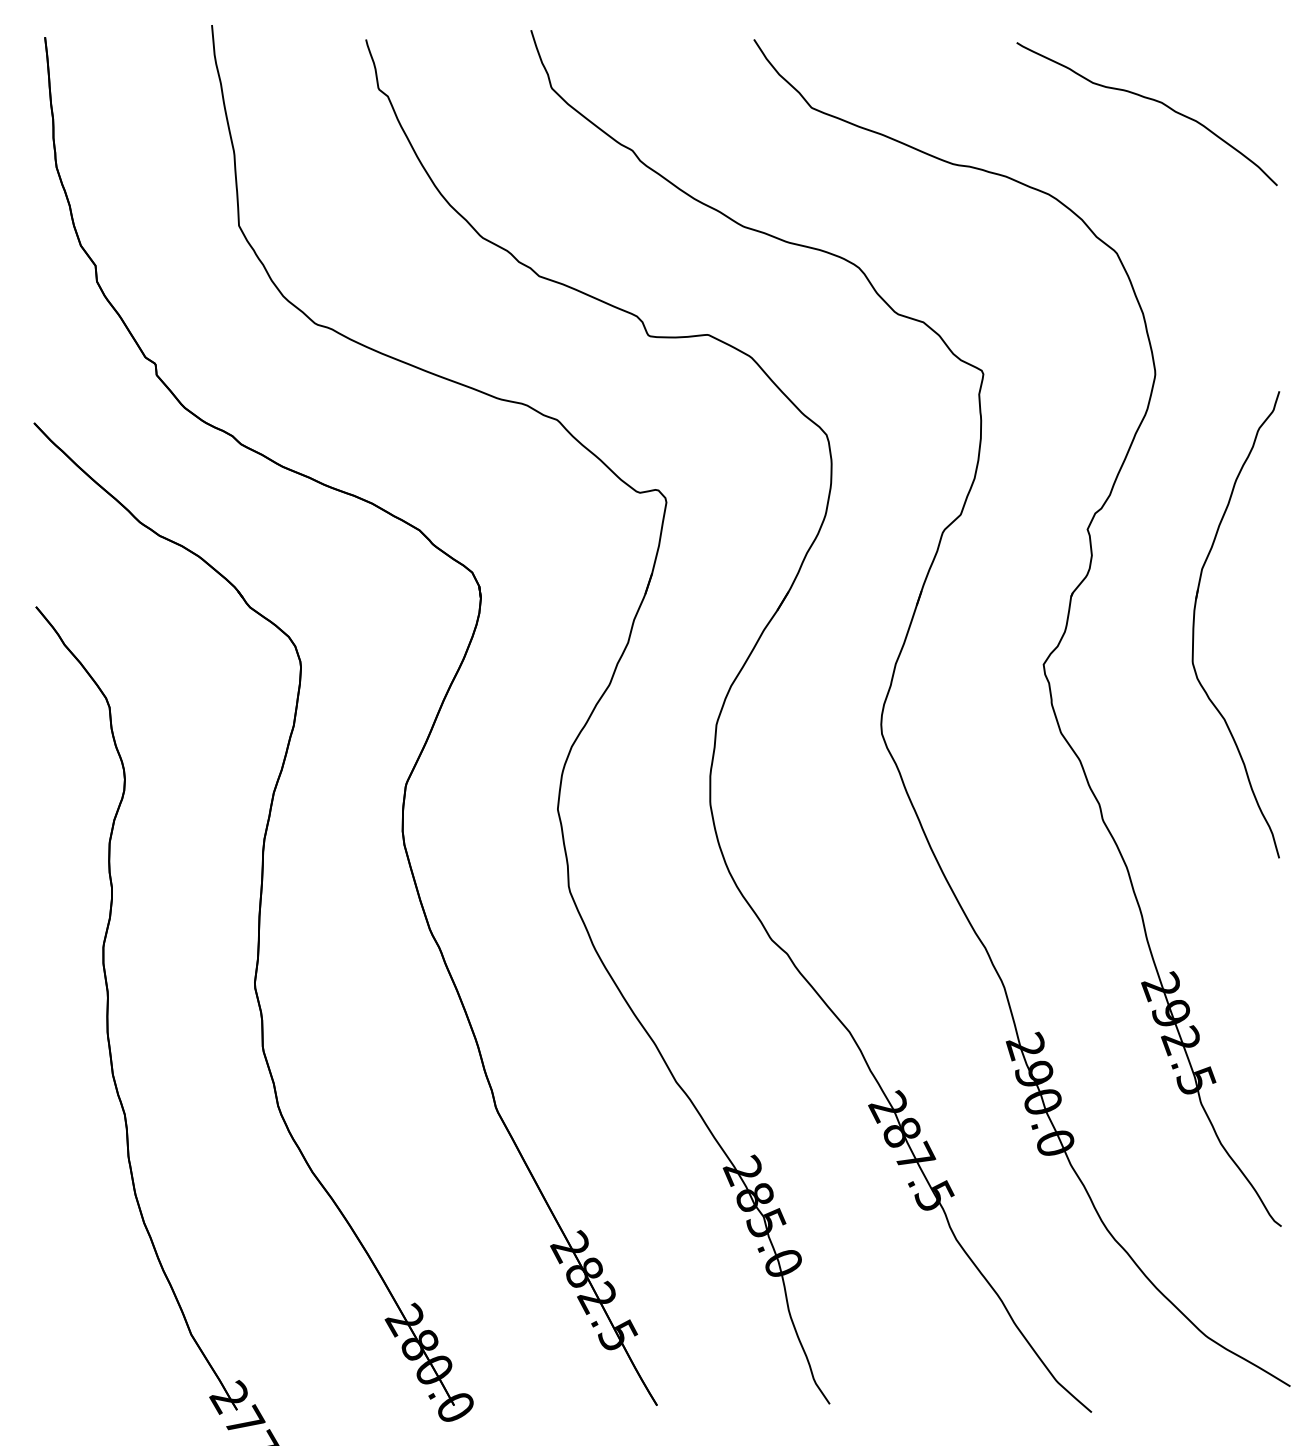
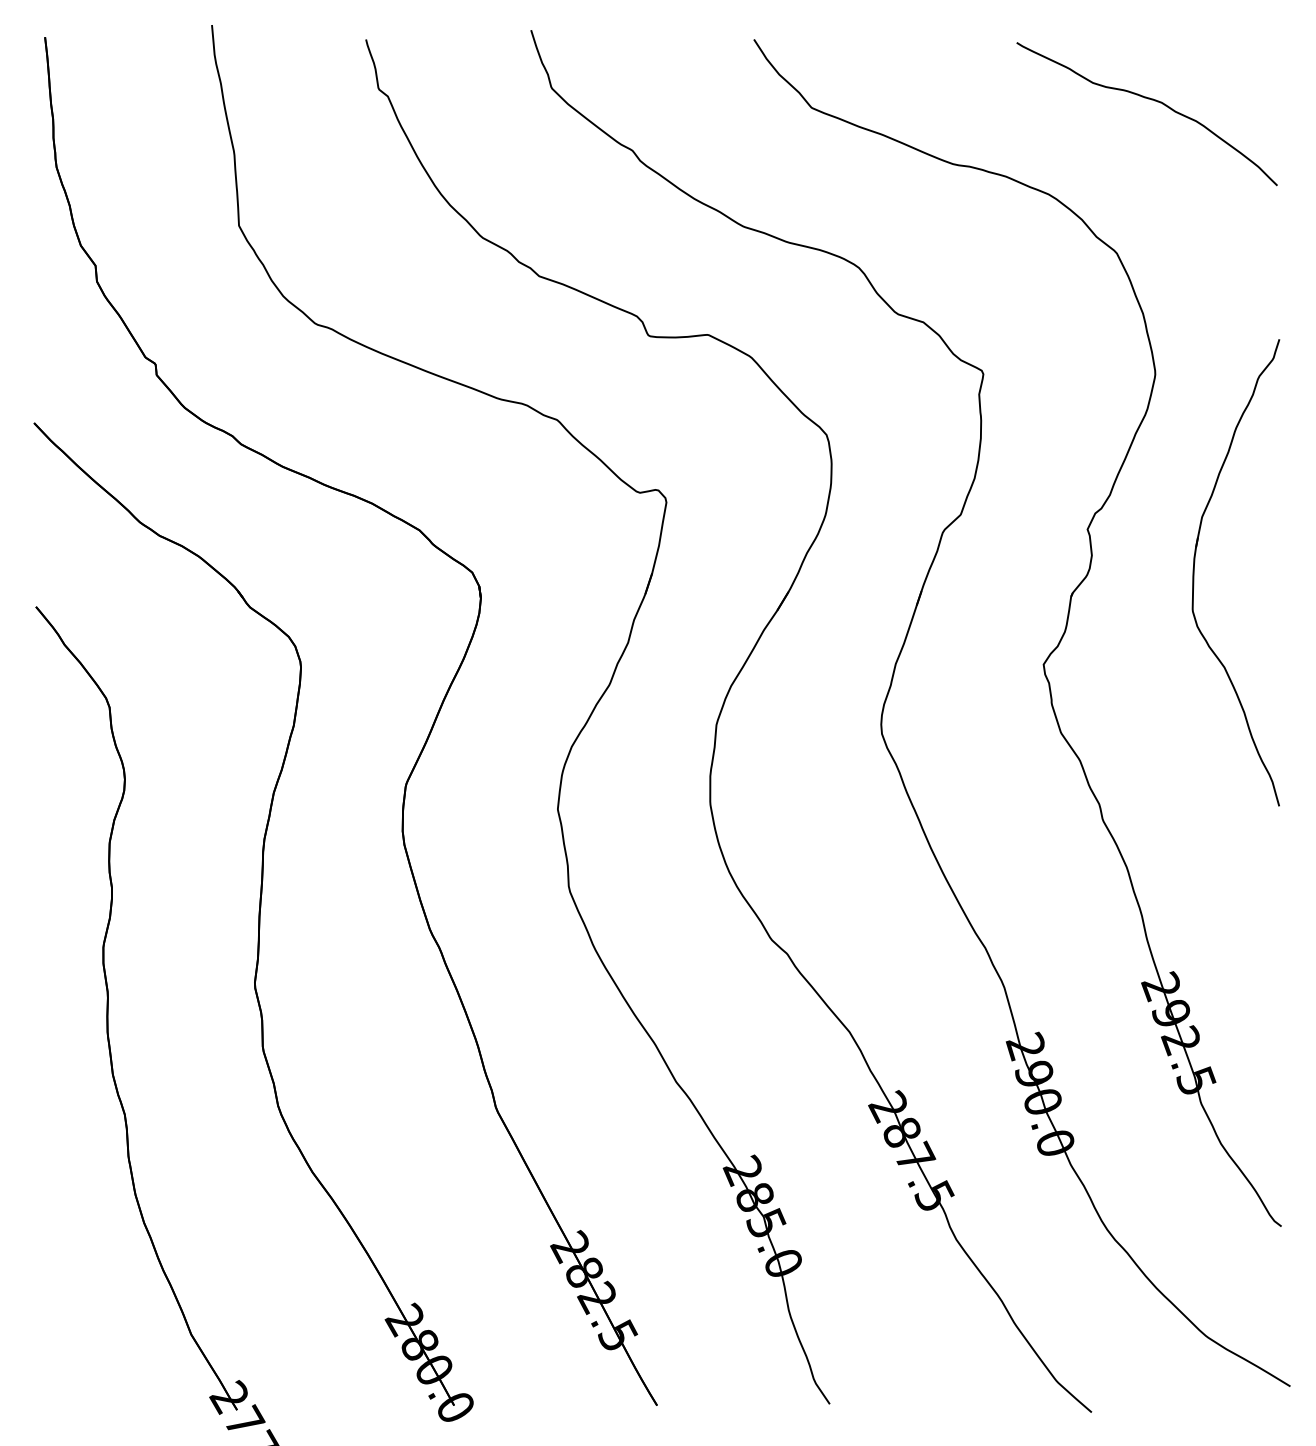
part at (1194, 624) position: (1194, 624) -> (1194, 572)
